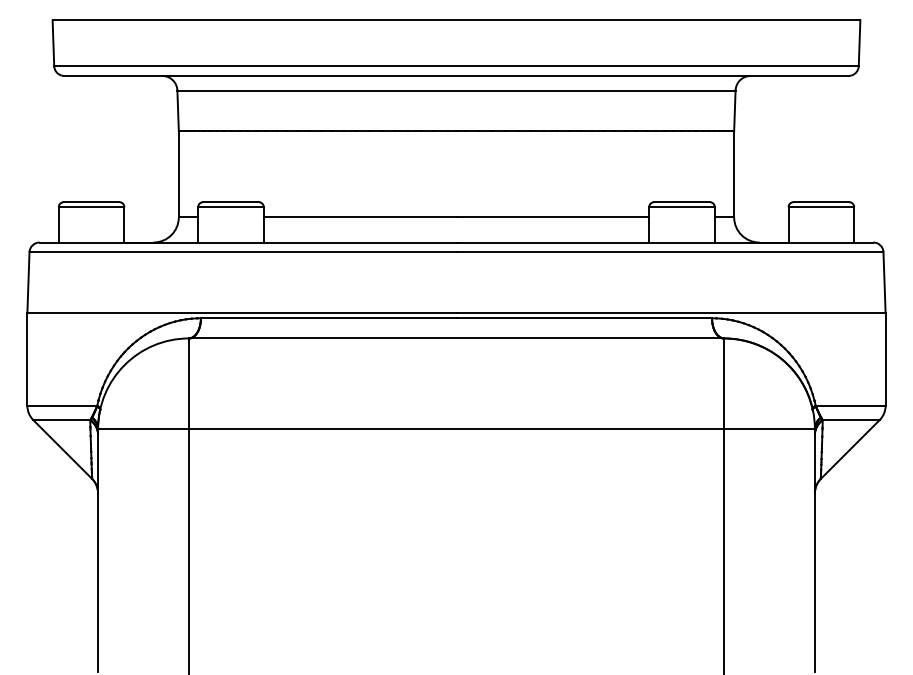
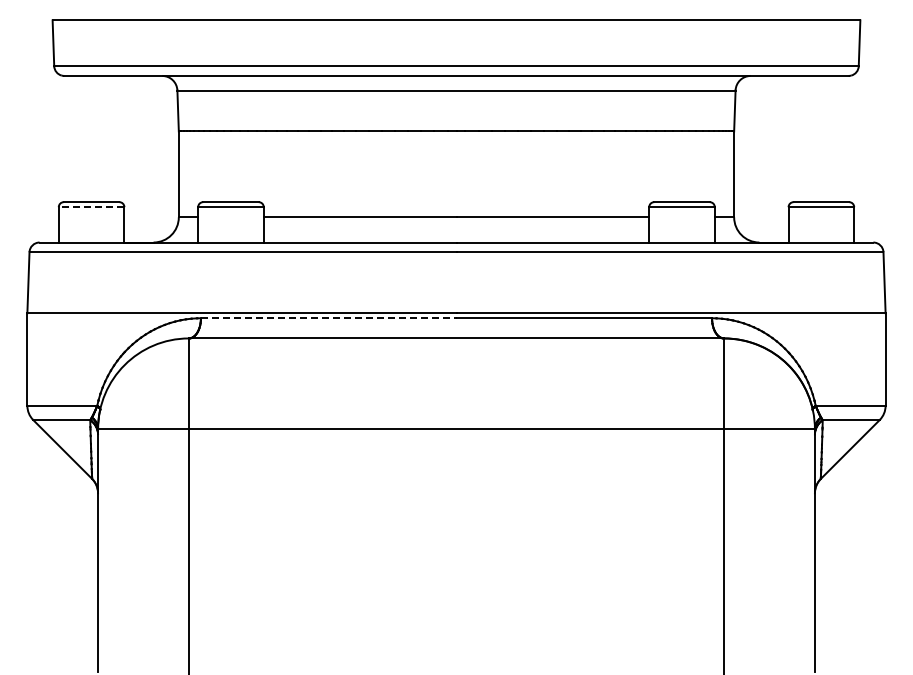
line at (91, 207): solid -> dashed
line at (328, 318): solid -> dashed
